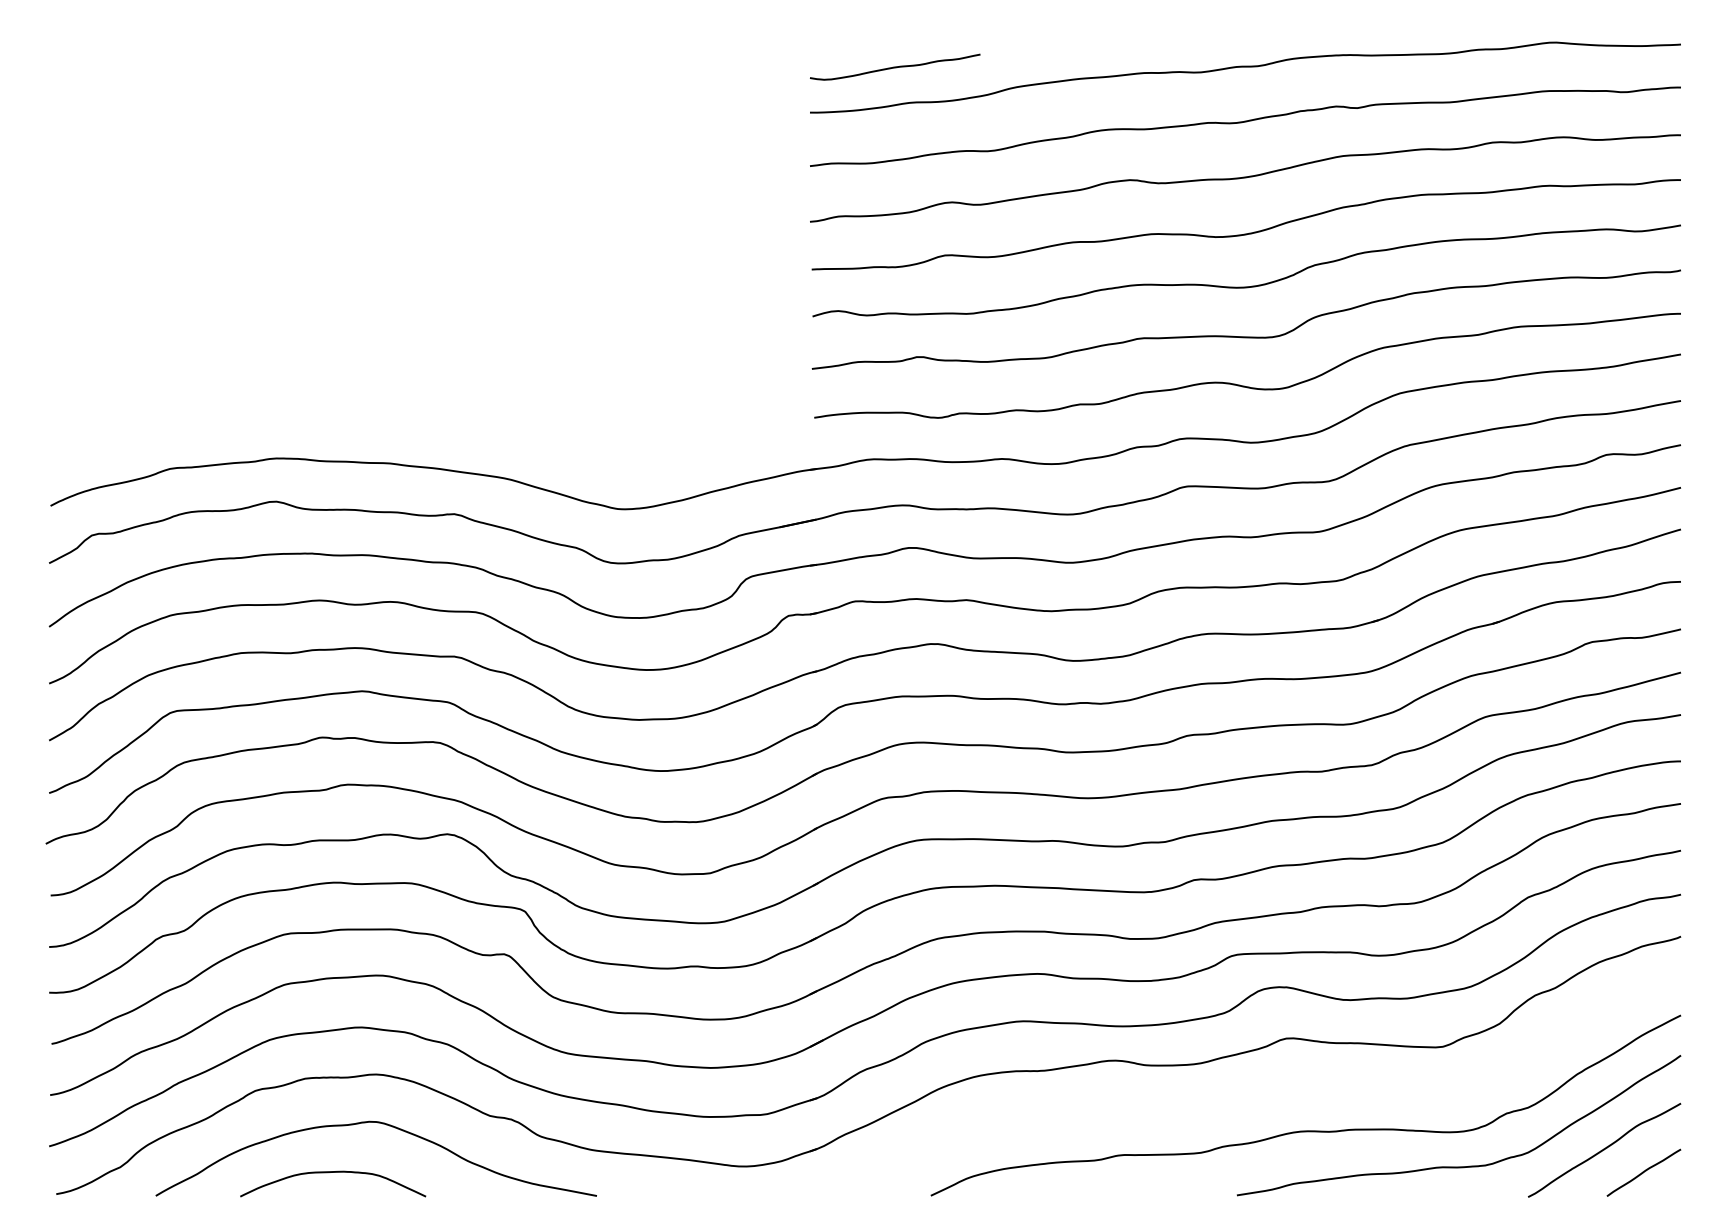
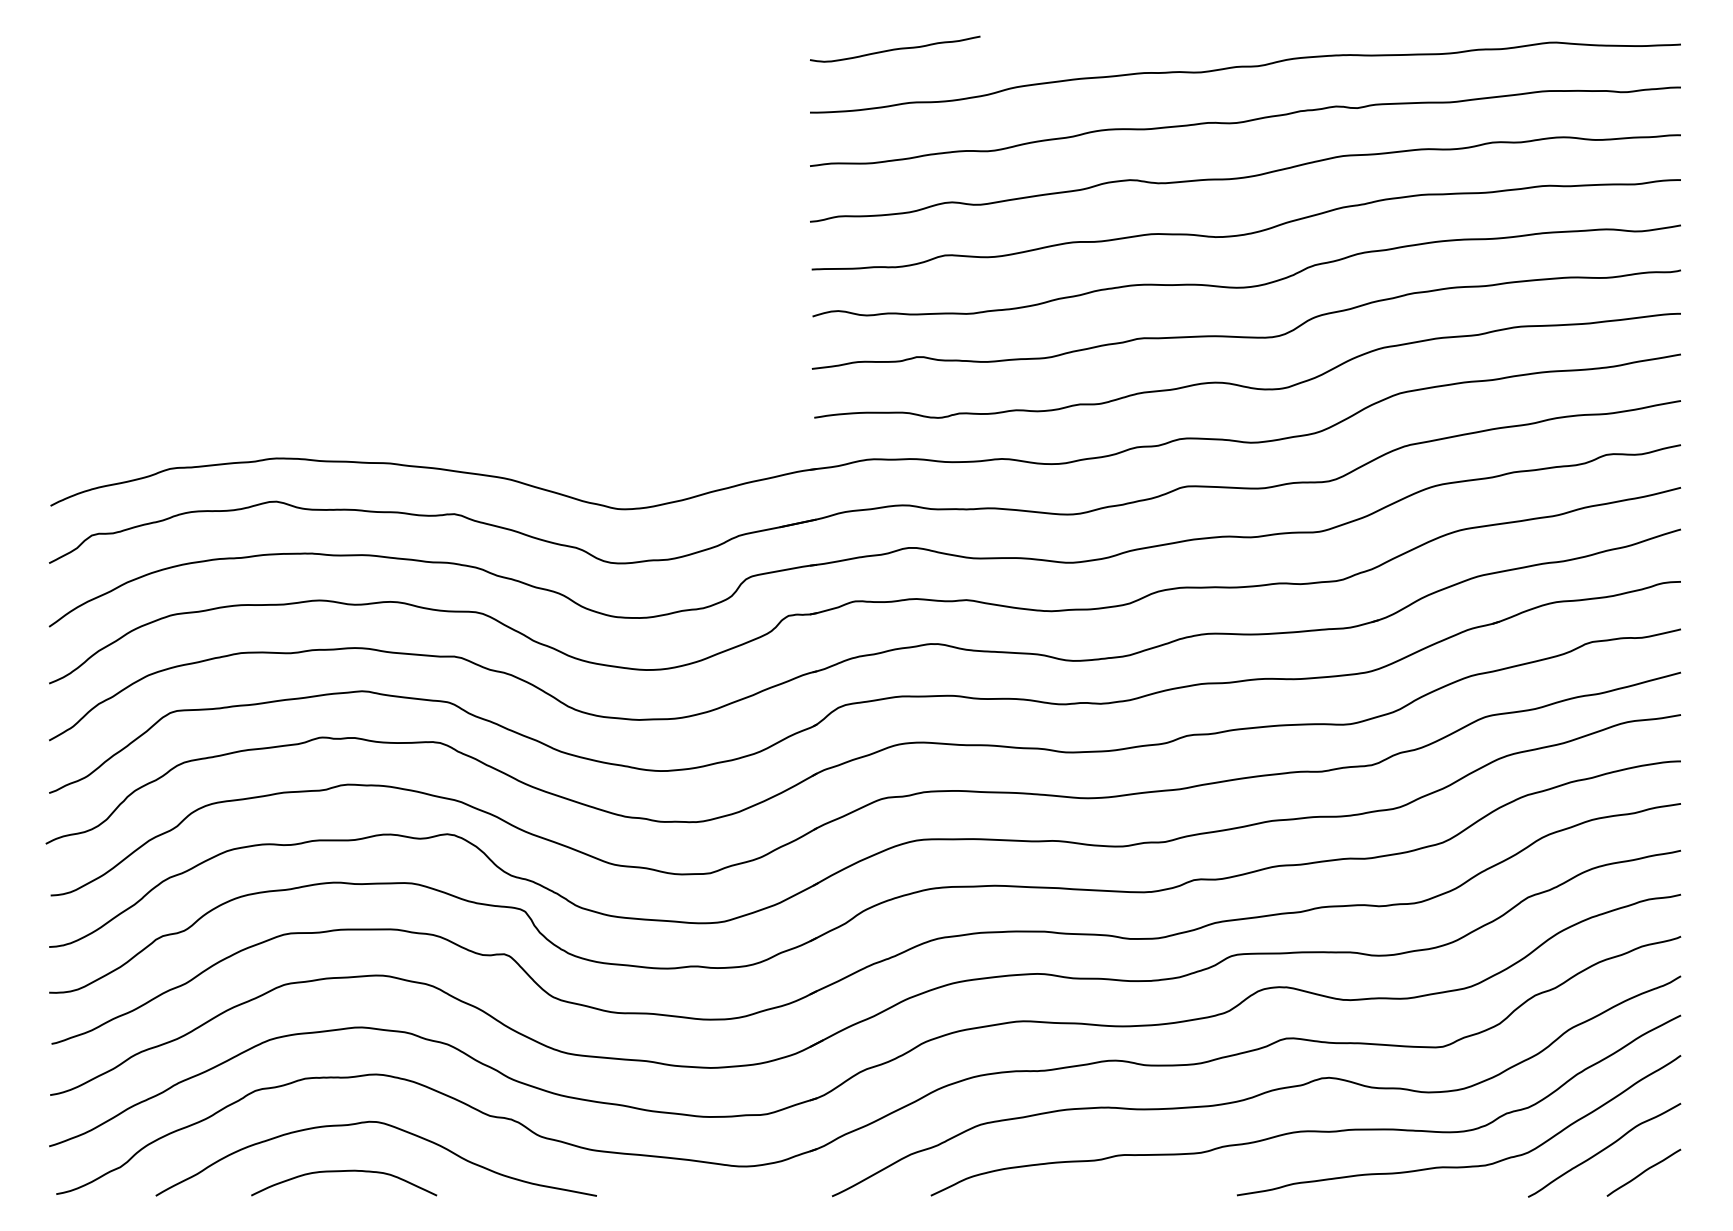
curve at (895, 66) position: (895, 66) -> (895, 48)
curve at (1259, 1093): none -> present
curve at (333, 1172) position: (333, 1172) -> (344, 1171)
